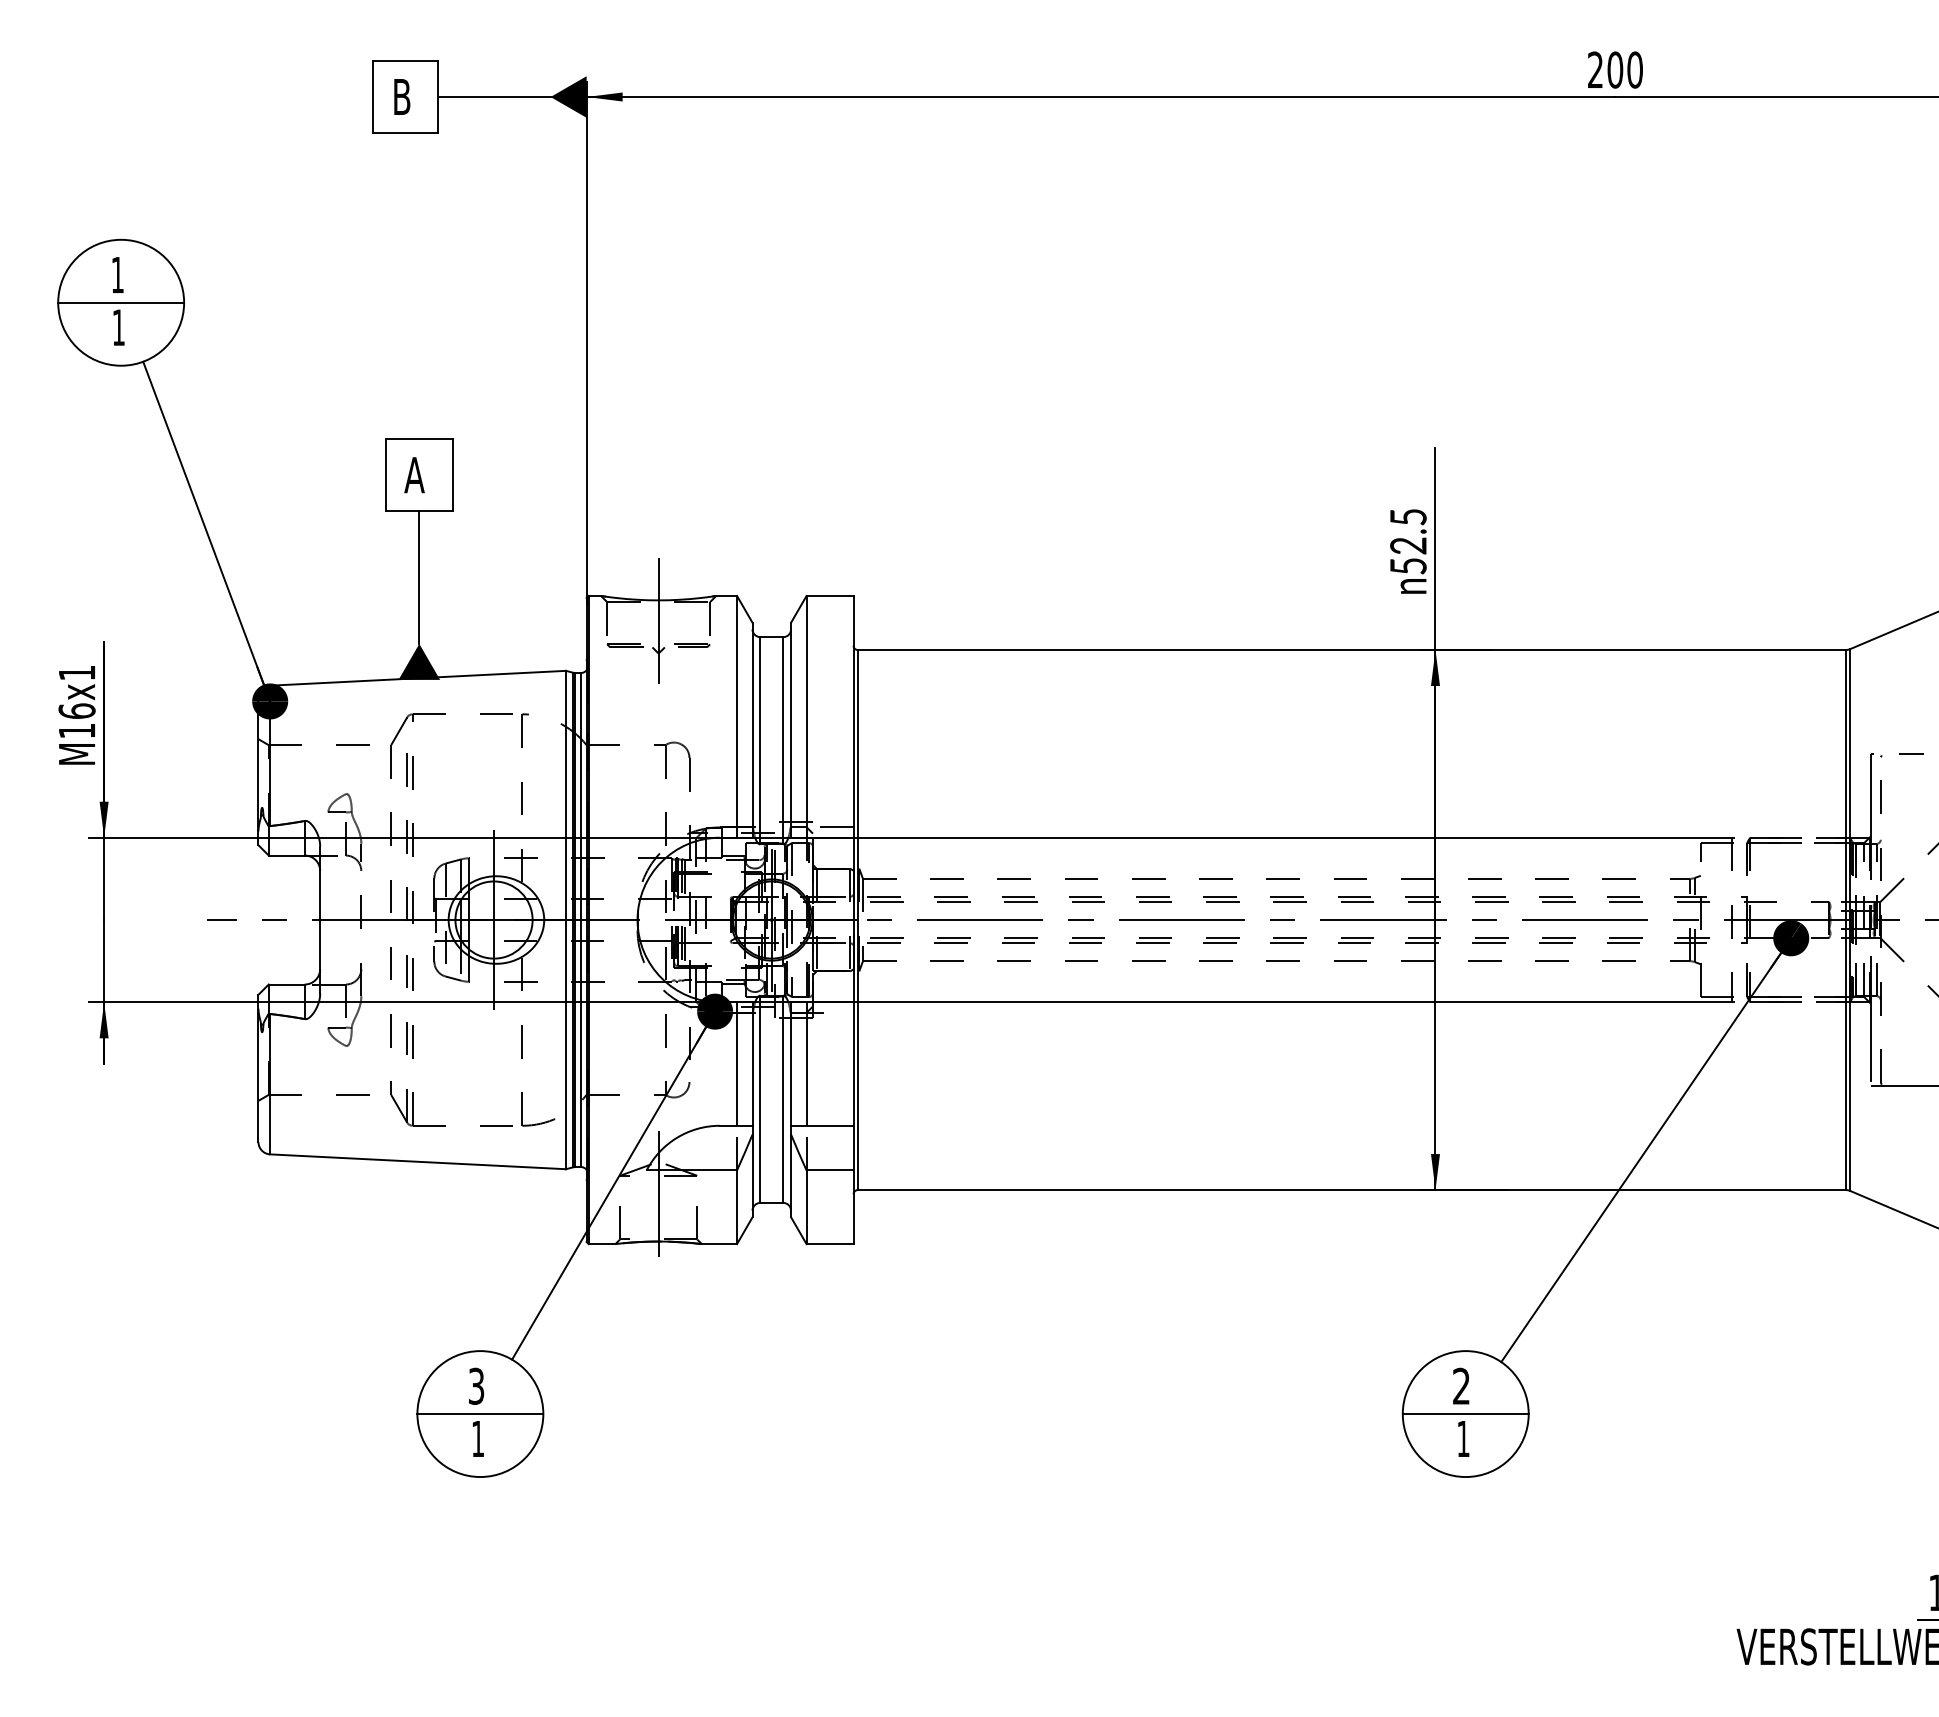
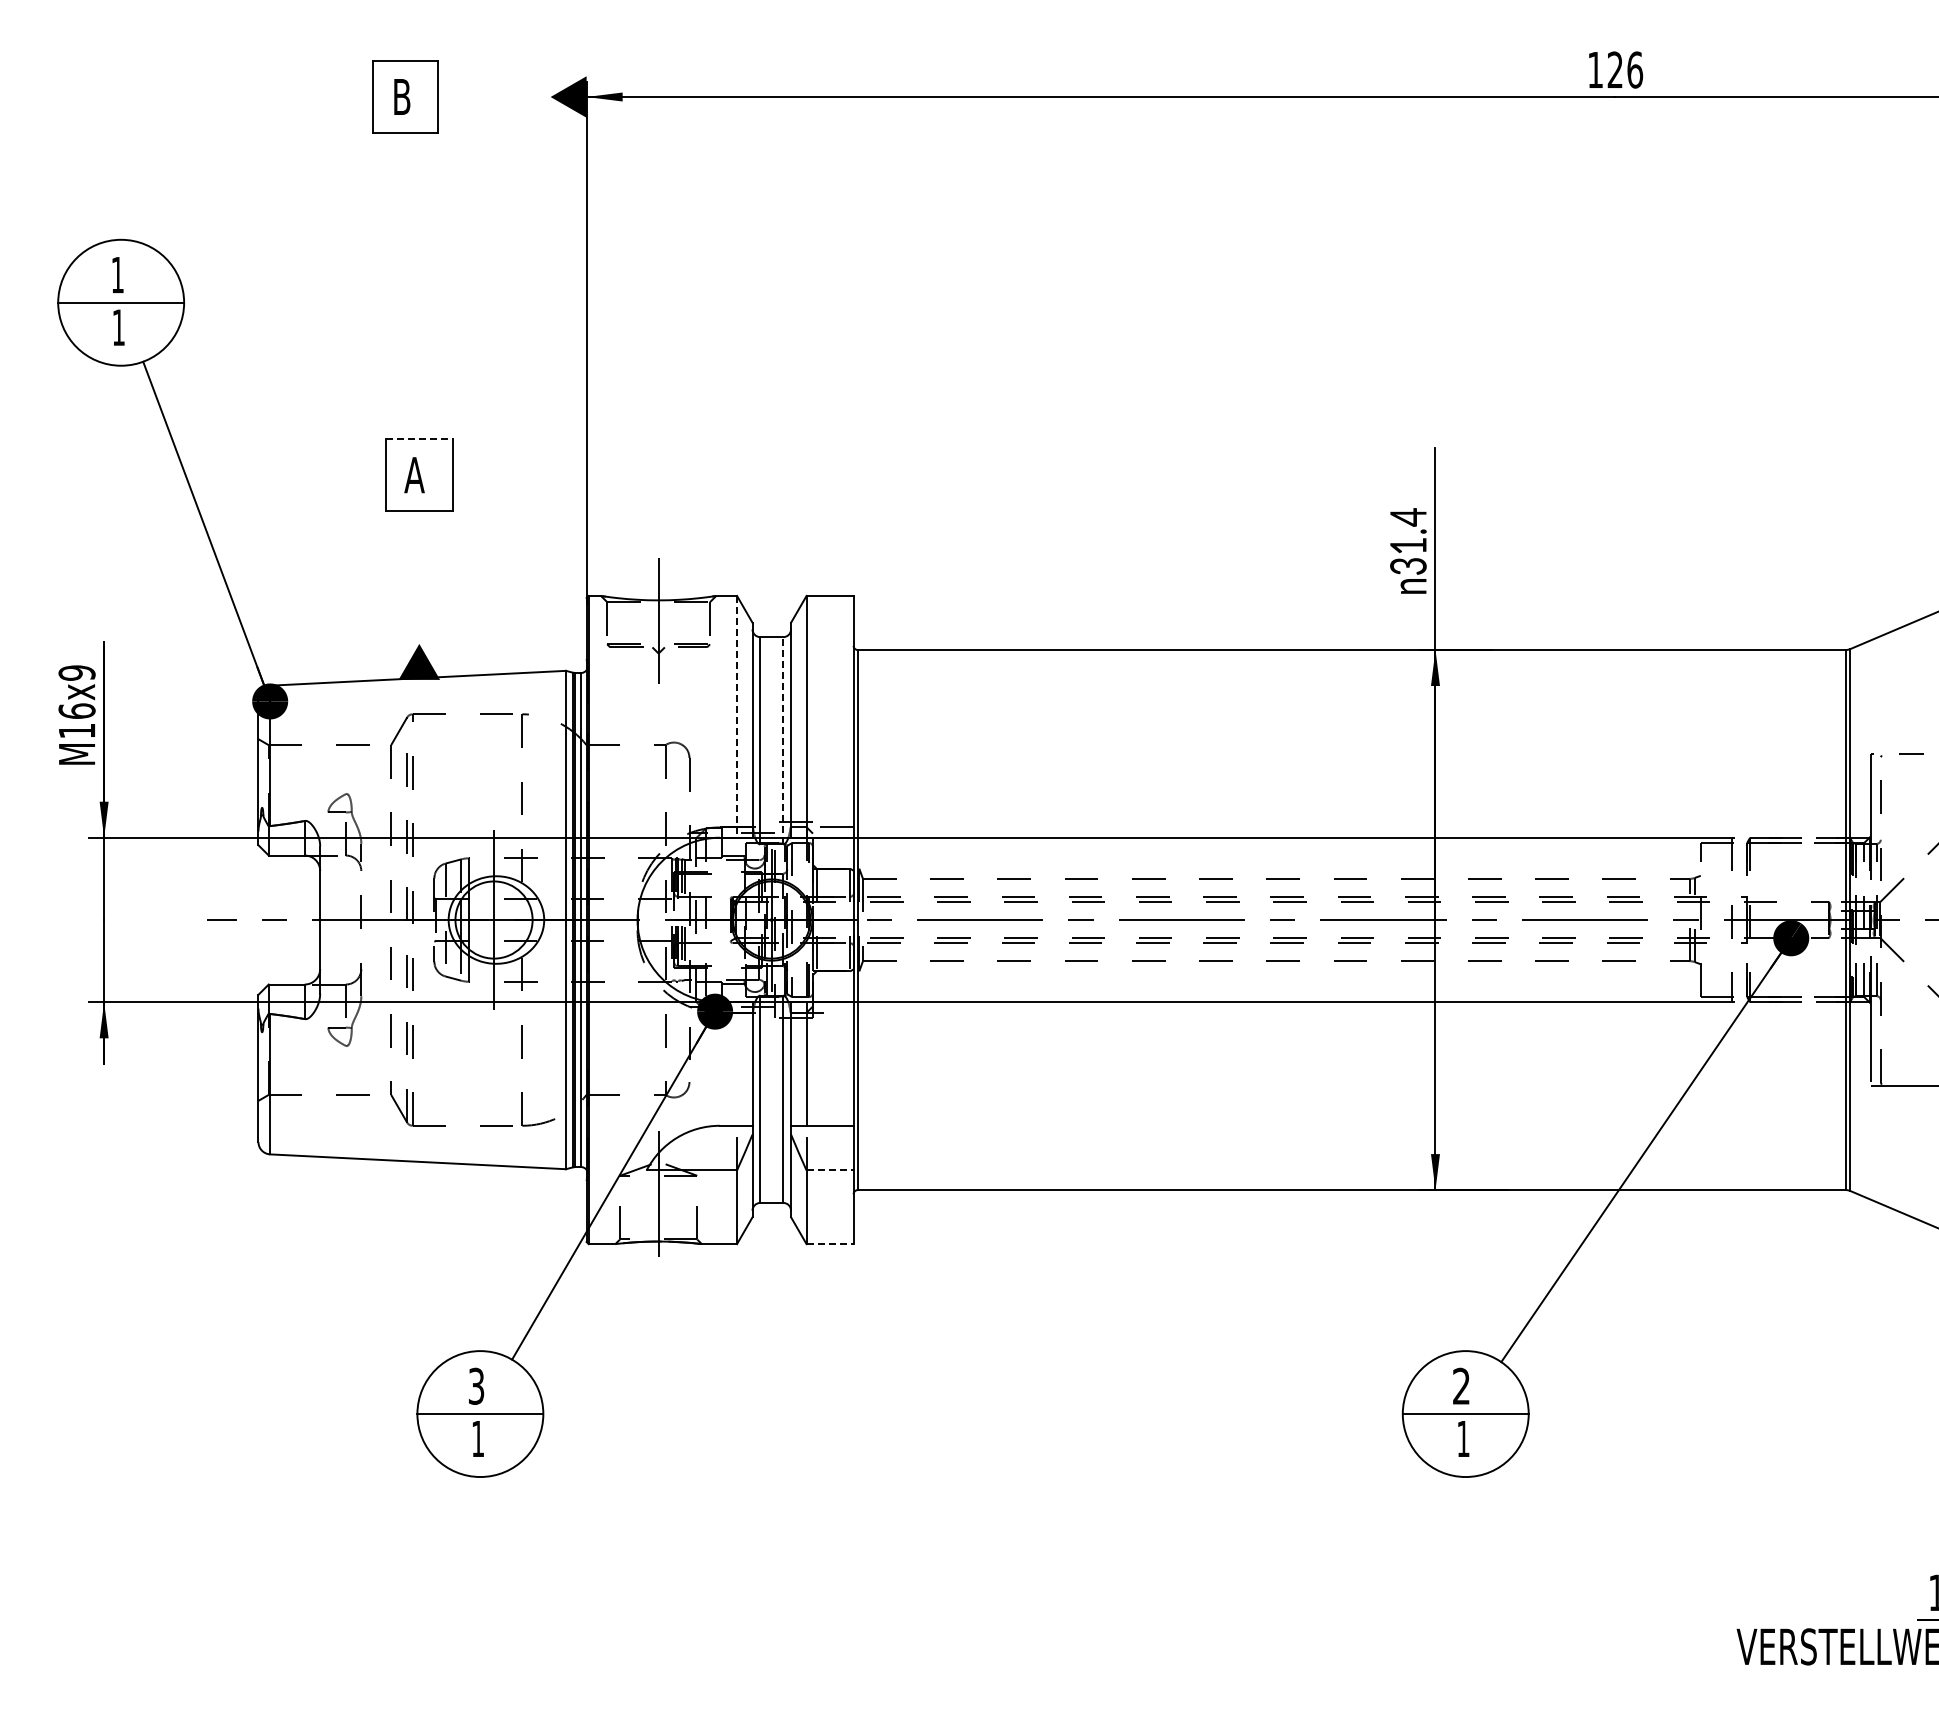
text at (1615, 69): 200 -> 126
line at (493, 97): present -> none
line at (419, 439): solid -> dashed
text at (1408, 541): 52.5 -> 31.4
line at (419, 577): present -> none
text at (76, 672): M16x1 -> M16x9
line at (737, 716): solid -> dashed
line at (783, 740): solid -> dashed
line at (737, 1063): present -> none
line at (830, 1170): solid -> dashed
line at (830, 1244): solid -> dashed
